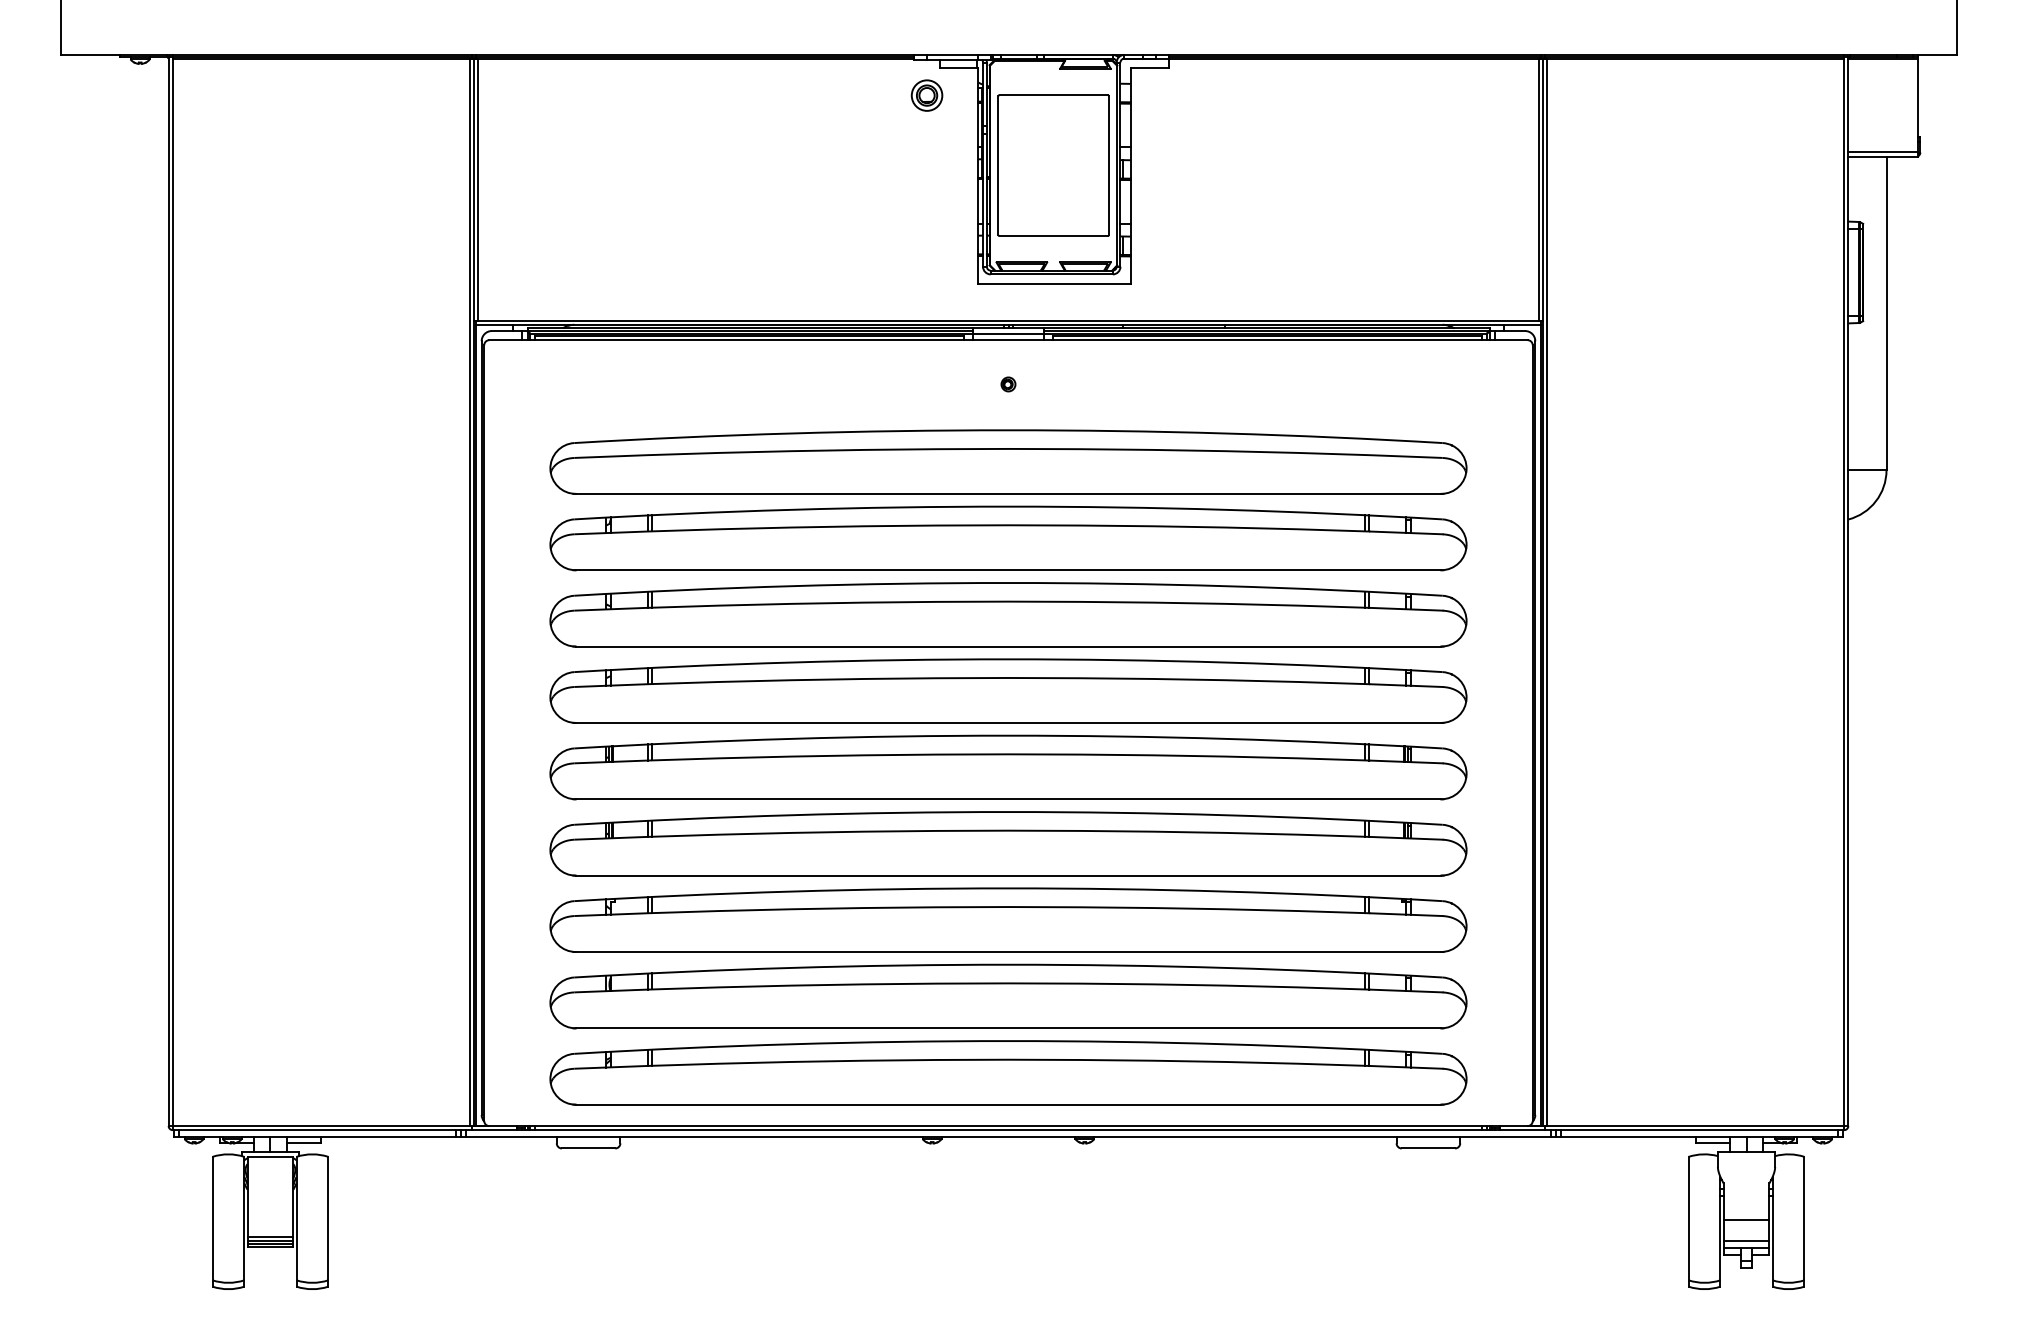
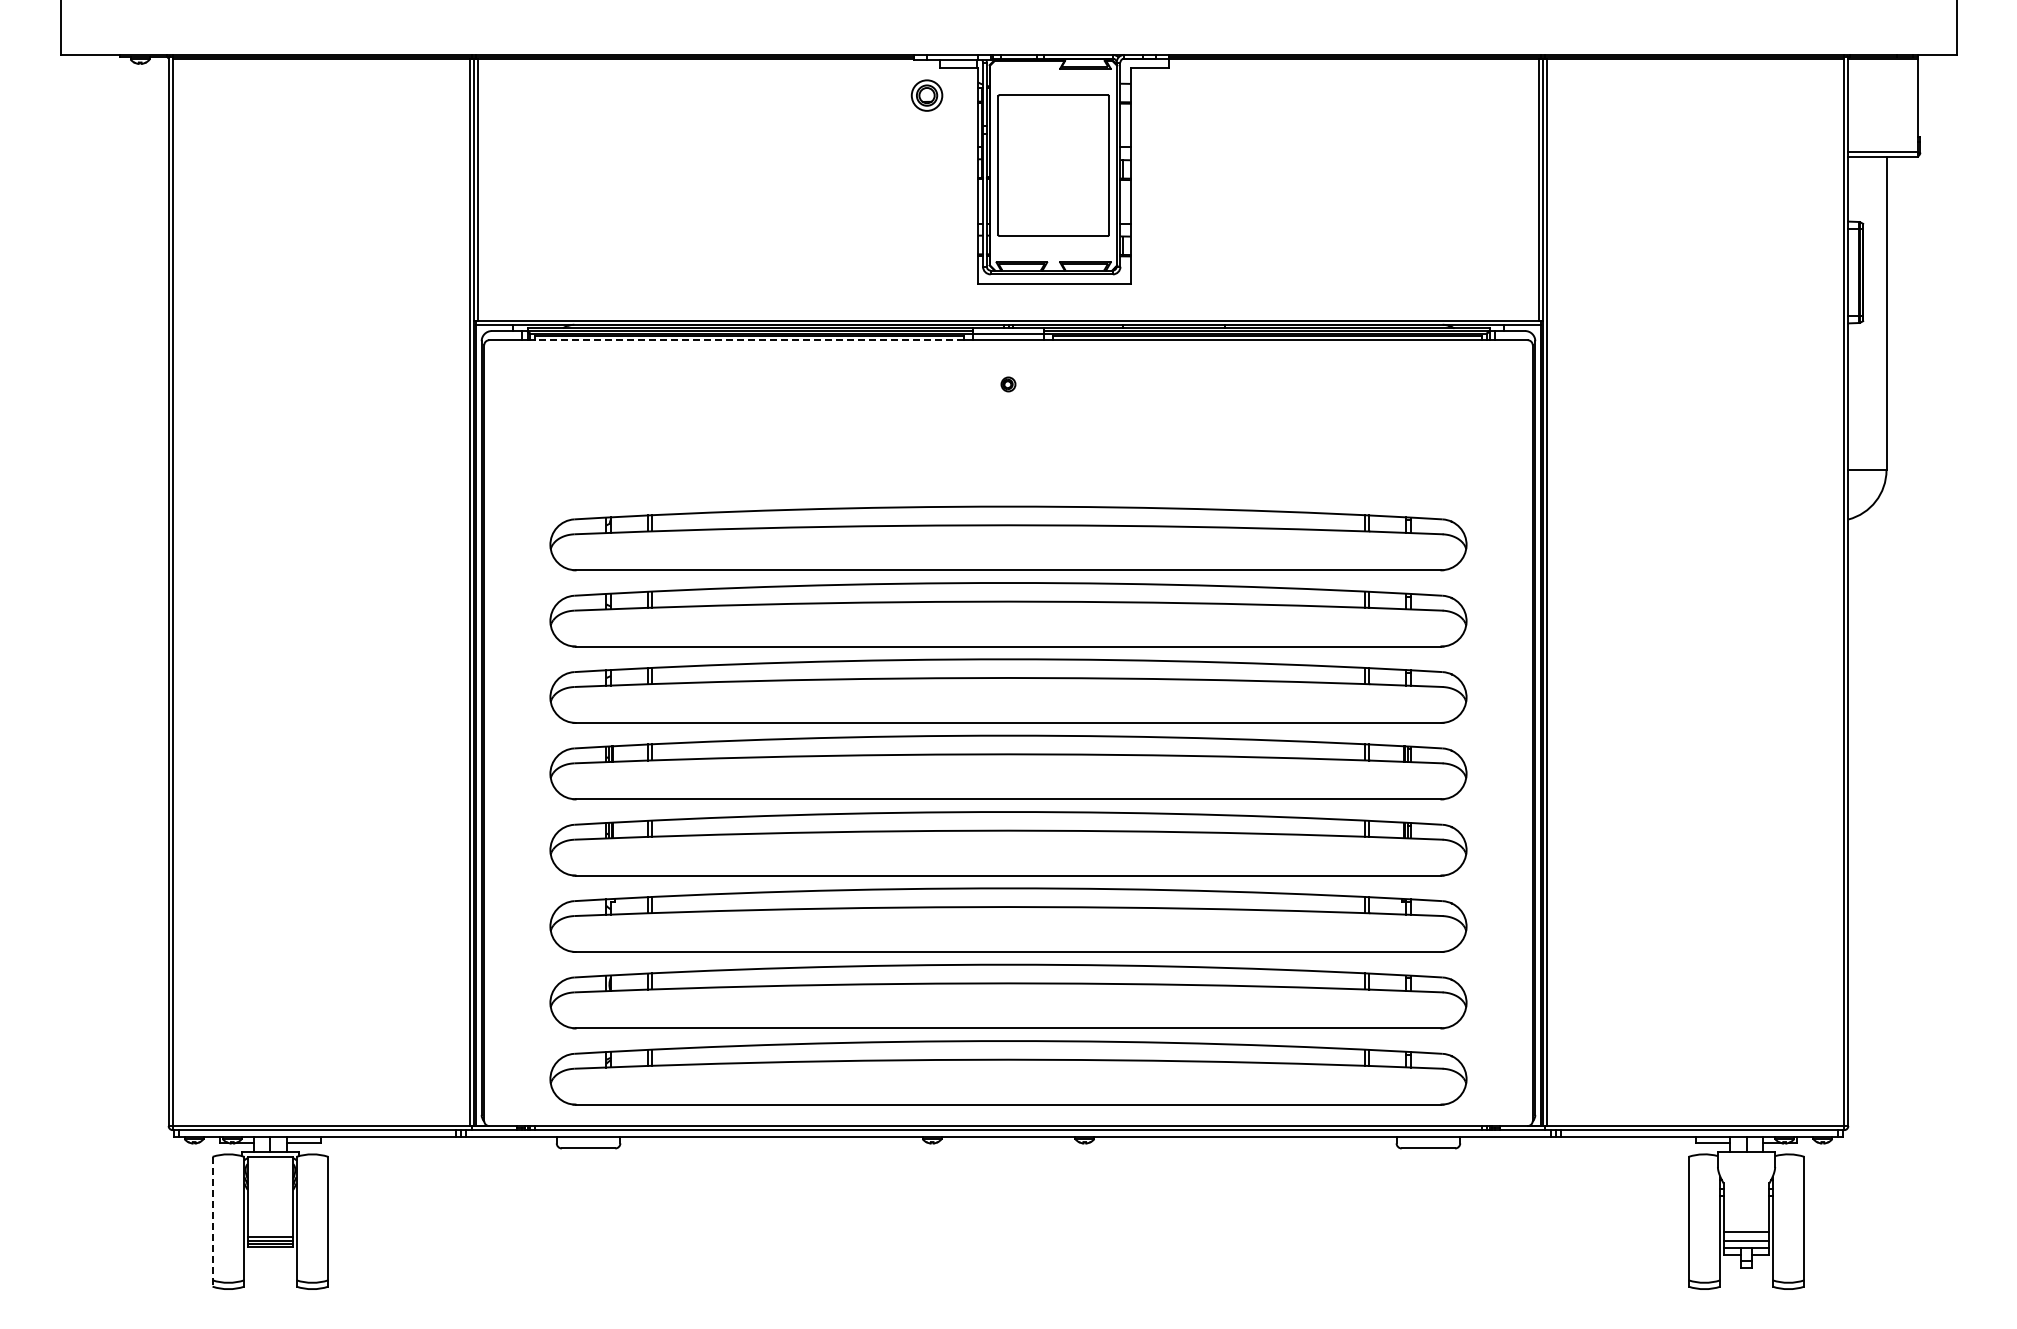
line at (749, 340): solid -> dashed
part at (1008, 461): present -> none
line at (1746, 1220) position: (1746, 1220) -> (1746, 1232)
line at (212, 1221): solid -> dashed
